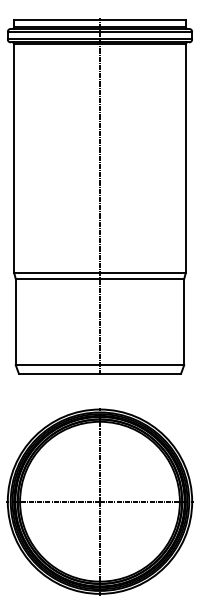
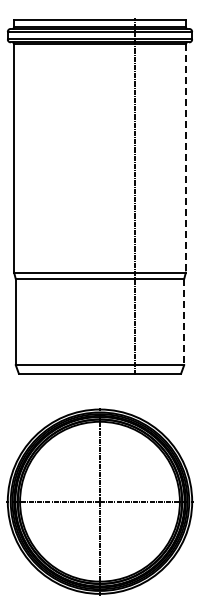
line at (185, 158): solid -> dashed
line at (99, 196) position: (99, 196) -> (134, 196)
line at (184, 322): solid -> dashed
